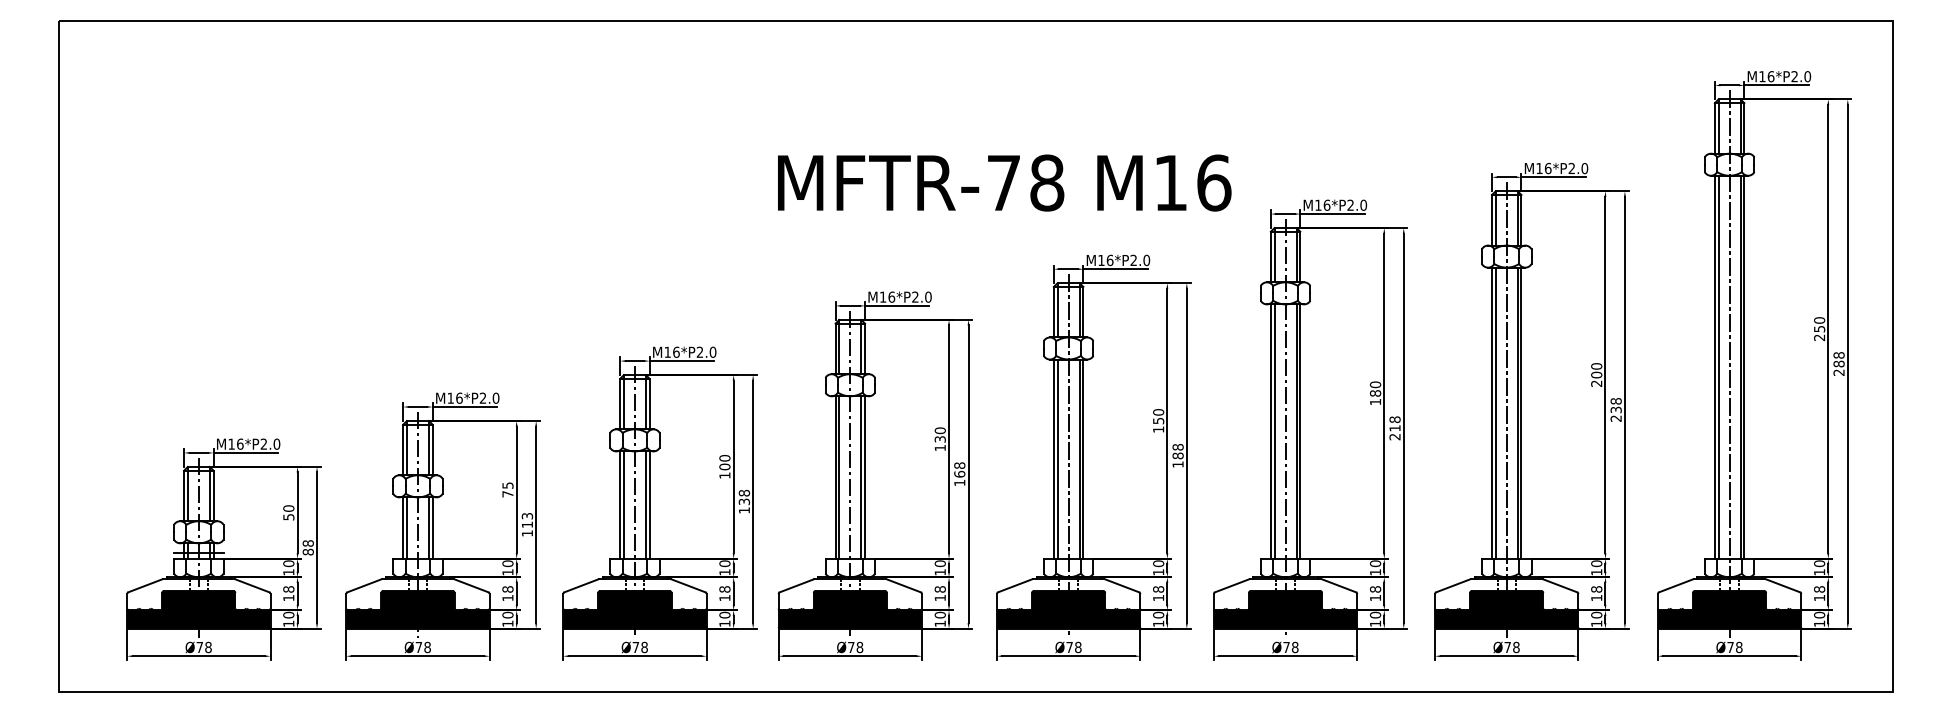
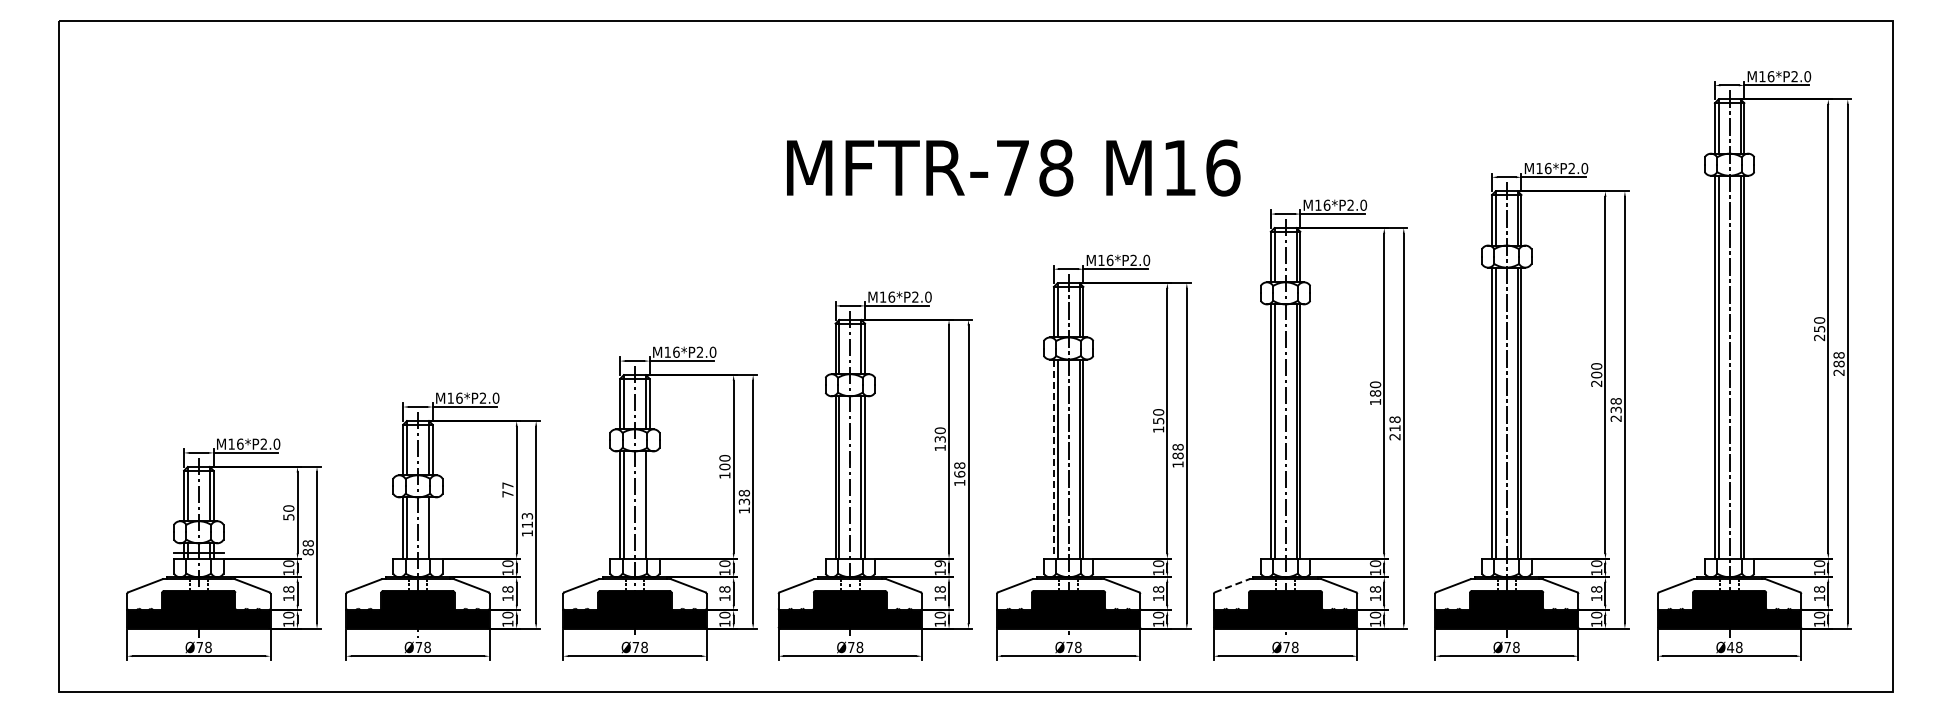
text at (1004, 182) position: (1004, 182) -> (1013, 167)
line at (1053, 459): solid -> dashed
text at (507, 485): 75 -> 77
line at (649, 504): present -> none
line at (432, 527): present -> none
text at (940, 563): 10 -> 19
line at (1232, 585): solid -> dashed
text at (1730, 647): Ø78 -> Ø48
